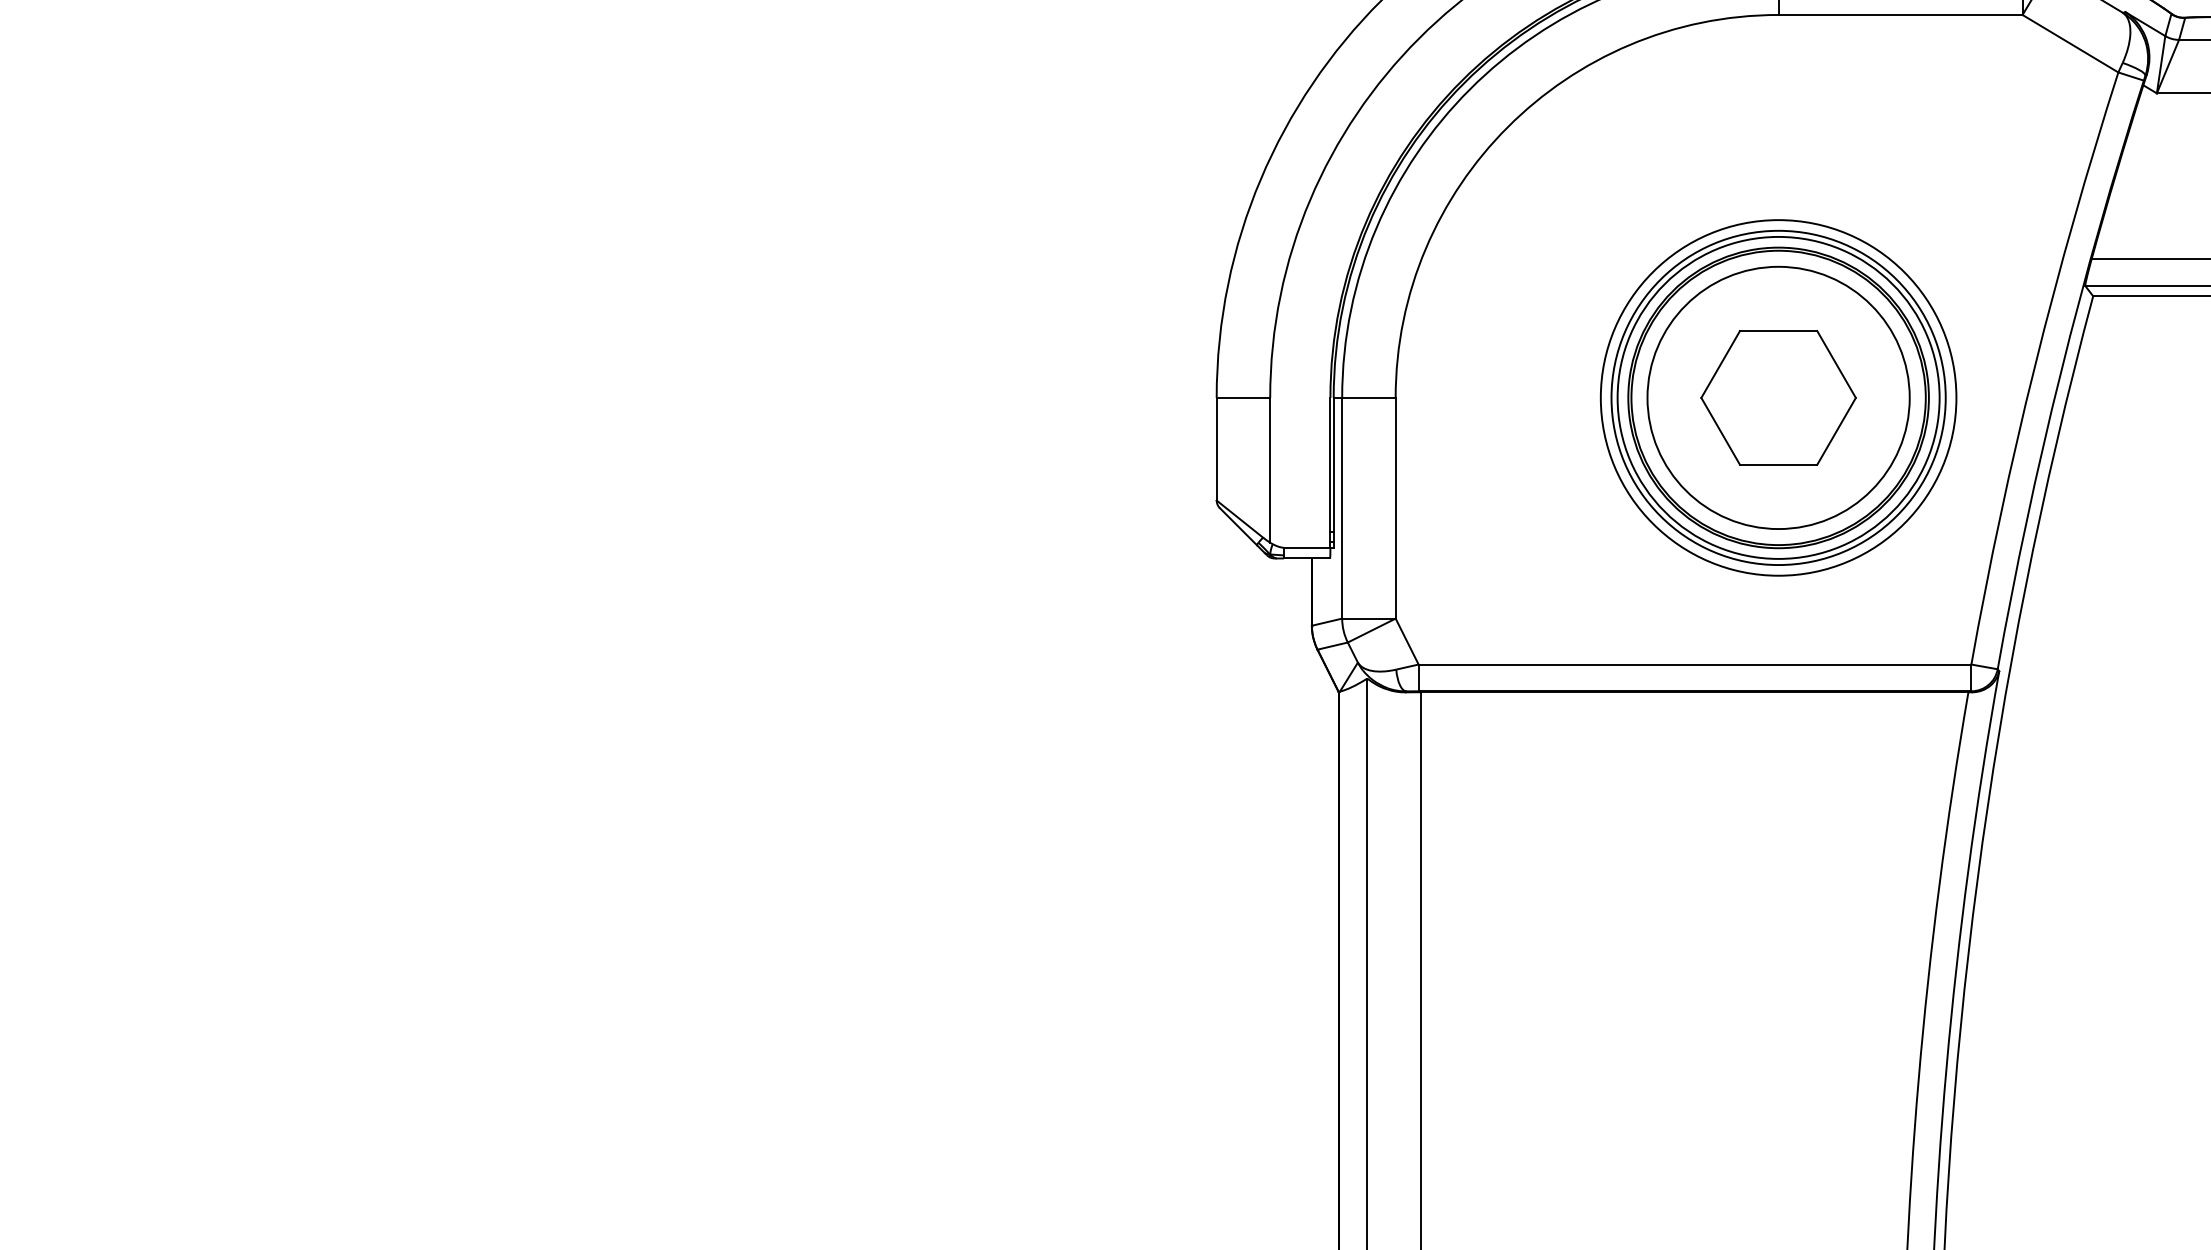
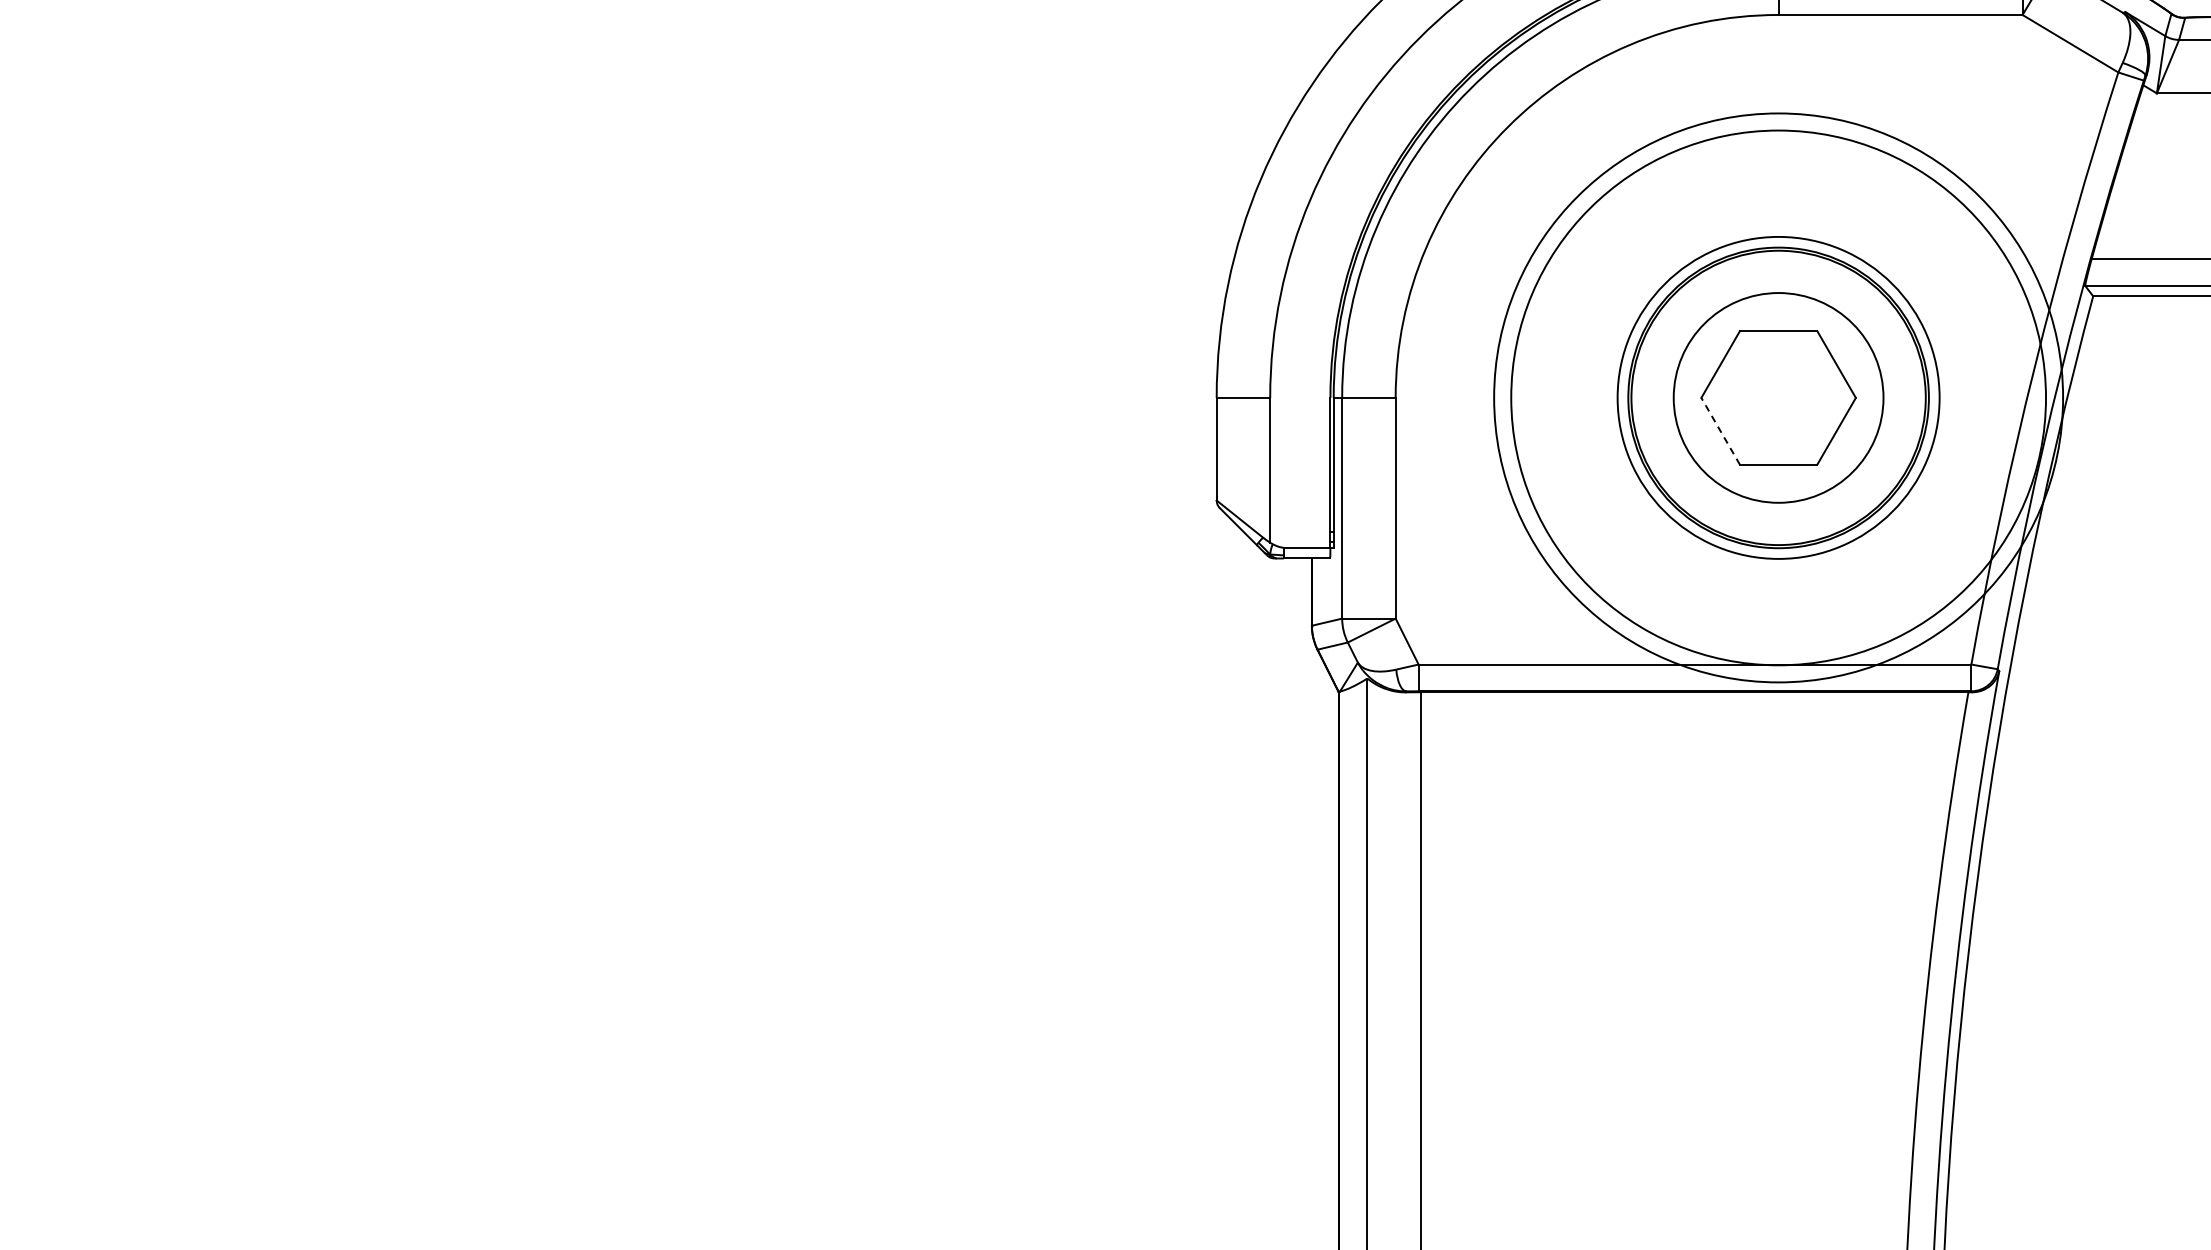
circle at (1778, 397) diameter: 262 px -> 210 px
circle at (1778, 397) diameter: 334 px -> 535 px
circle at (1778, 397) diameter: 356 px -> 569 px
line at (1720, 431): solid -> dashed
